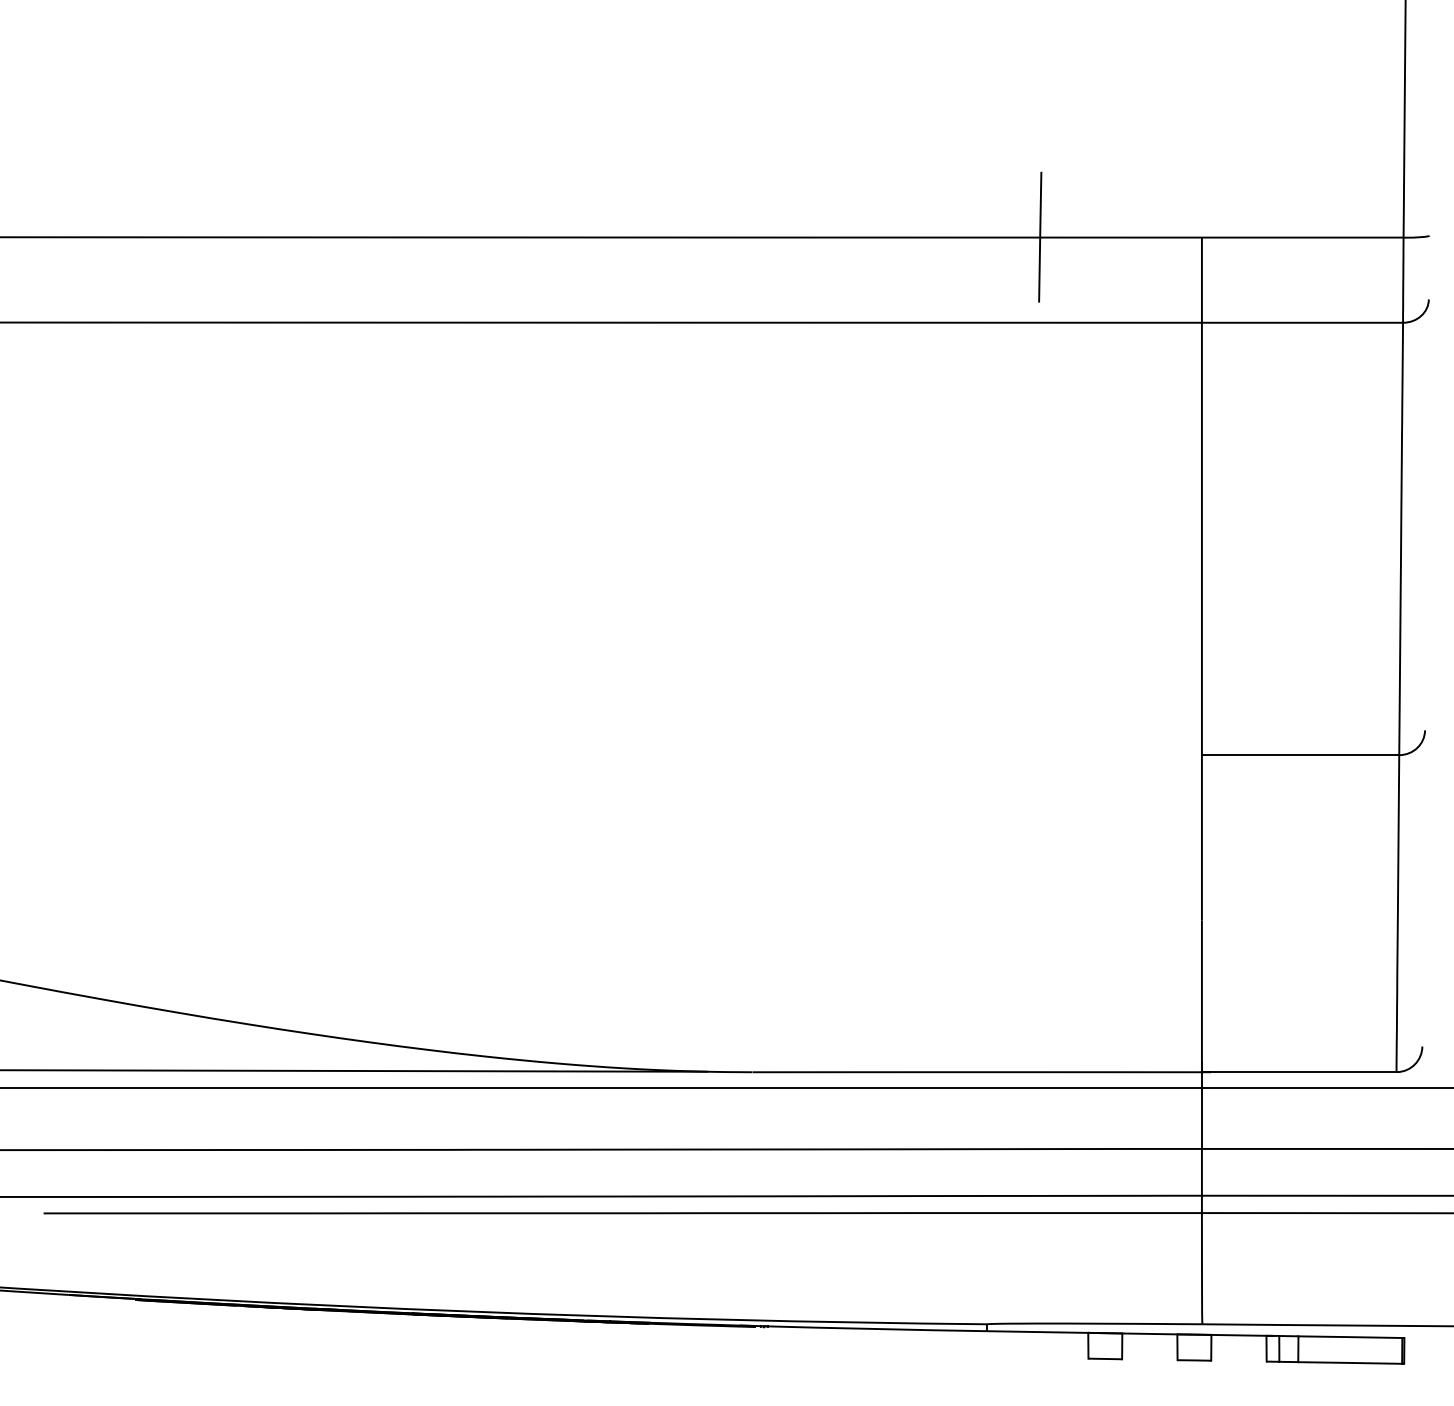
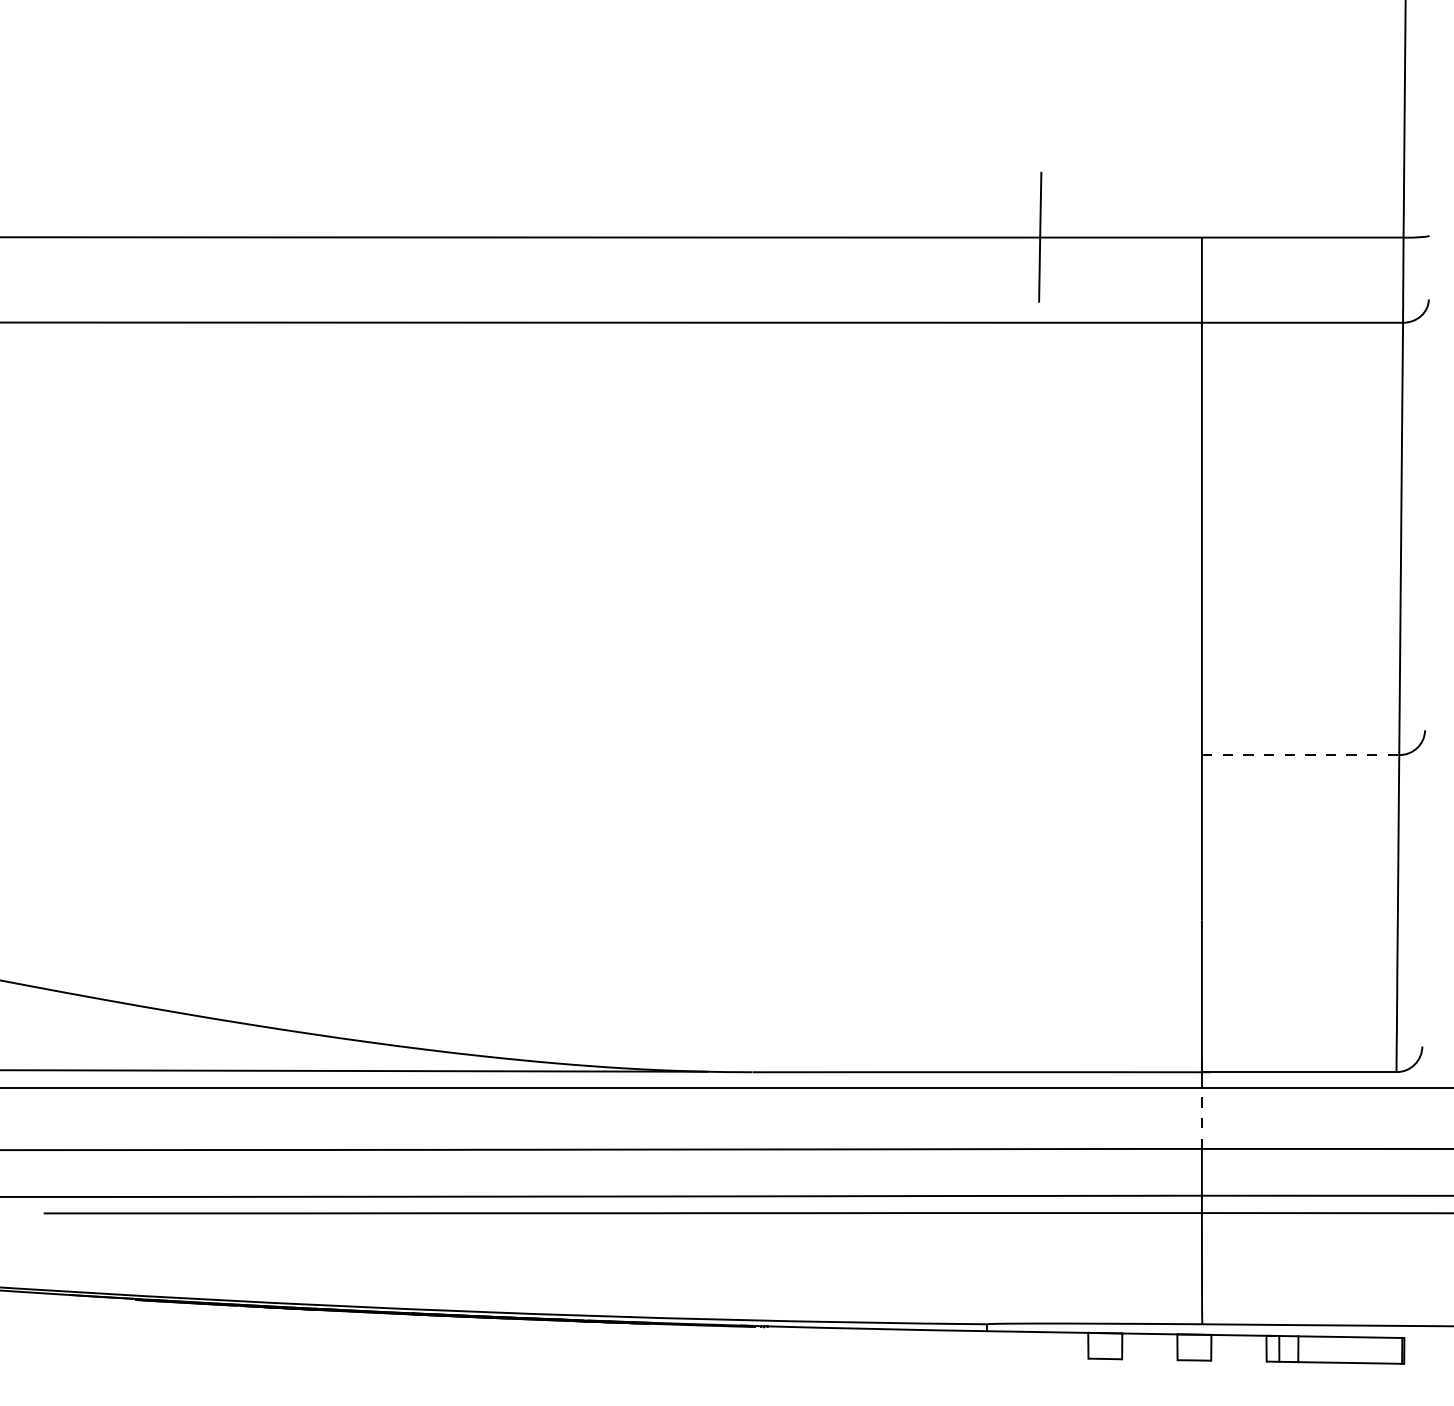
line at (1300, 755): solid -> dashed
line at (1201, 1118): solid -> dashed
